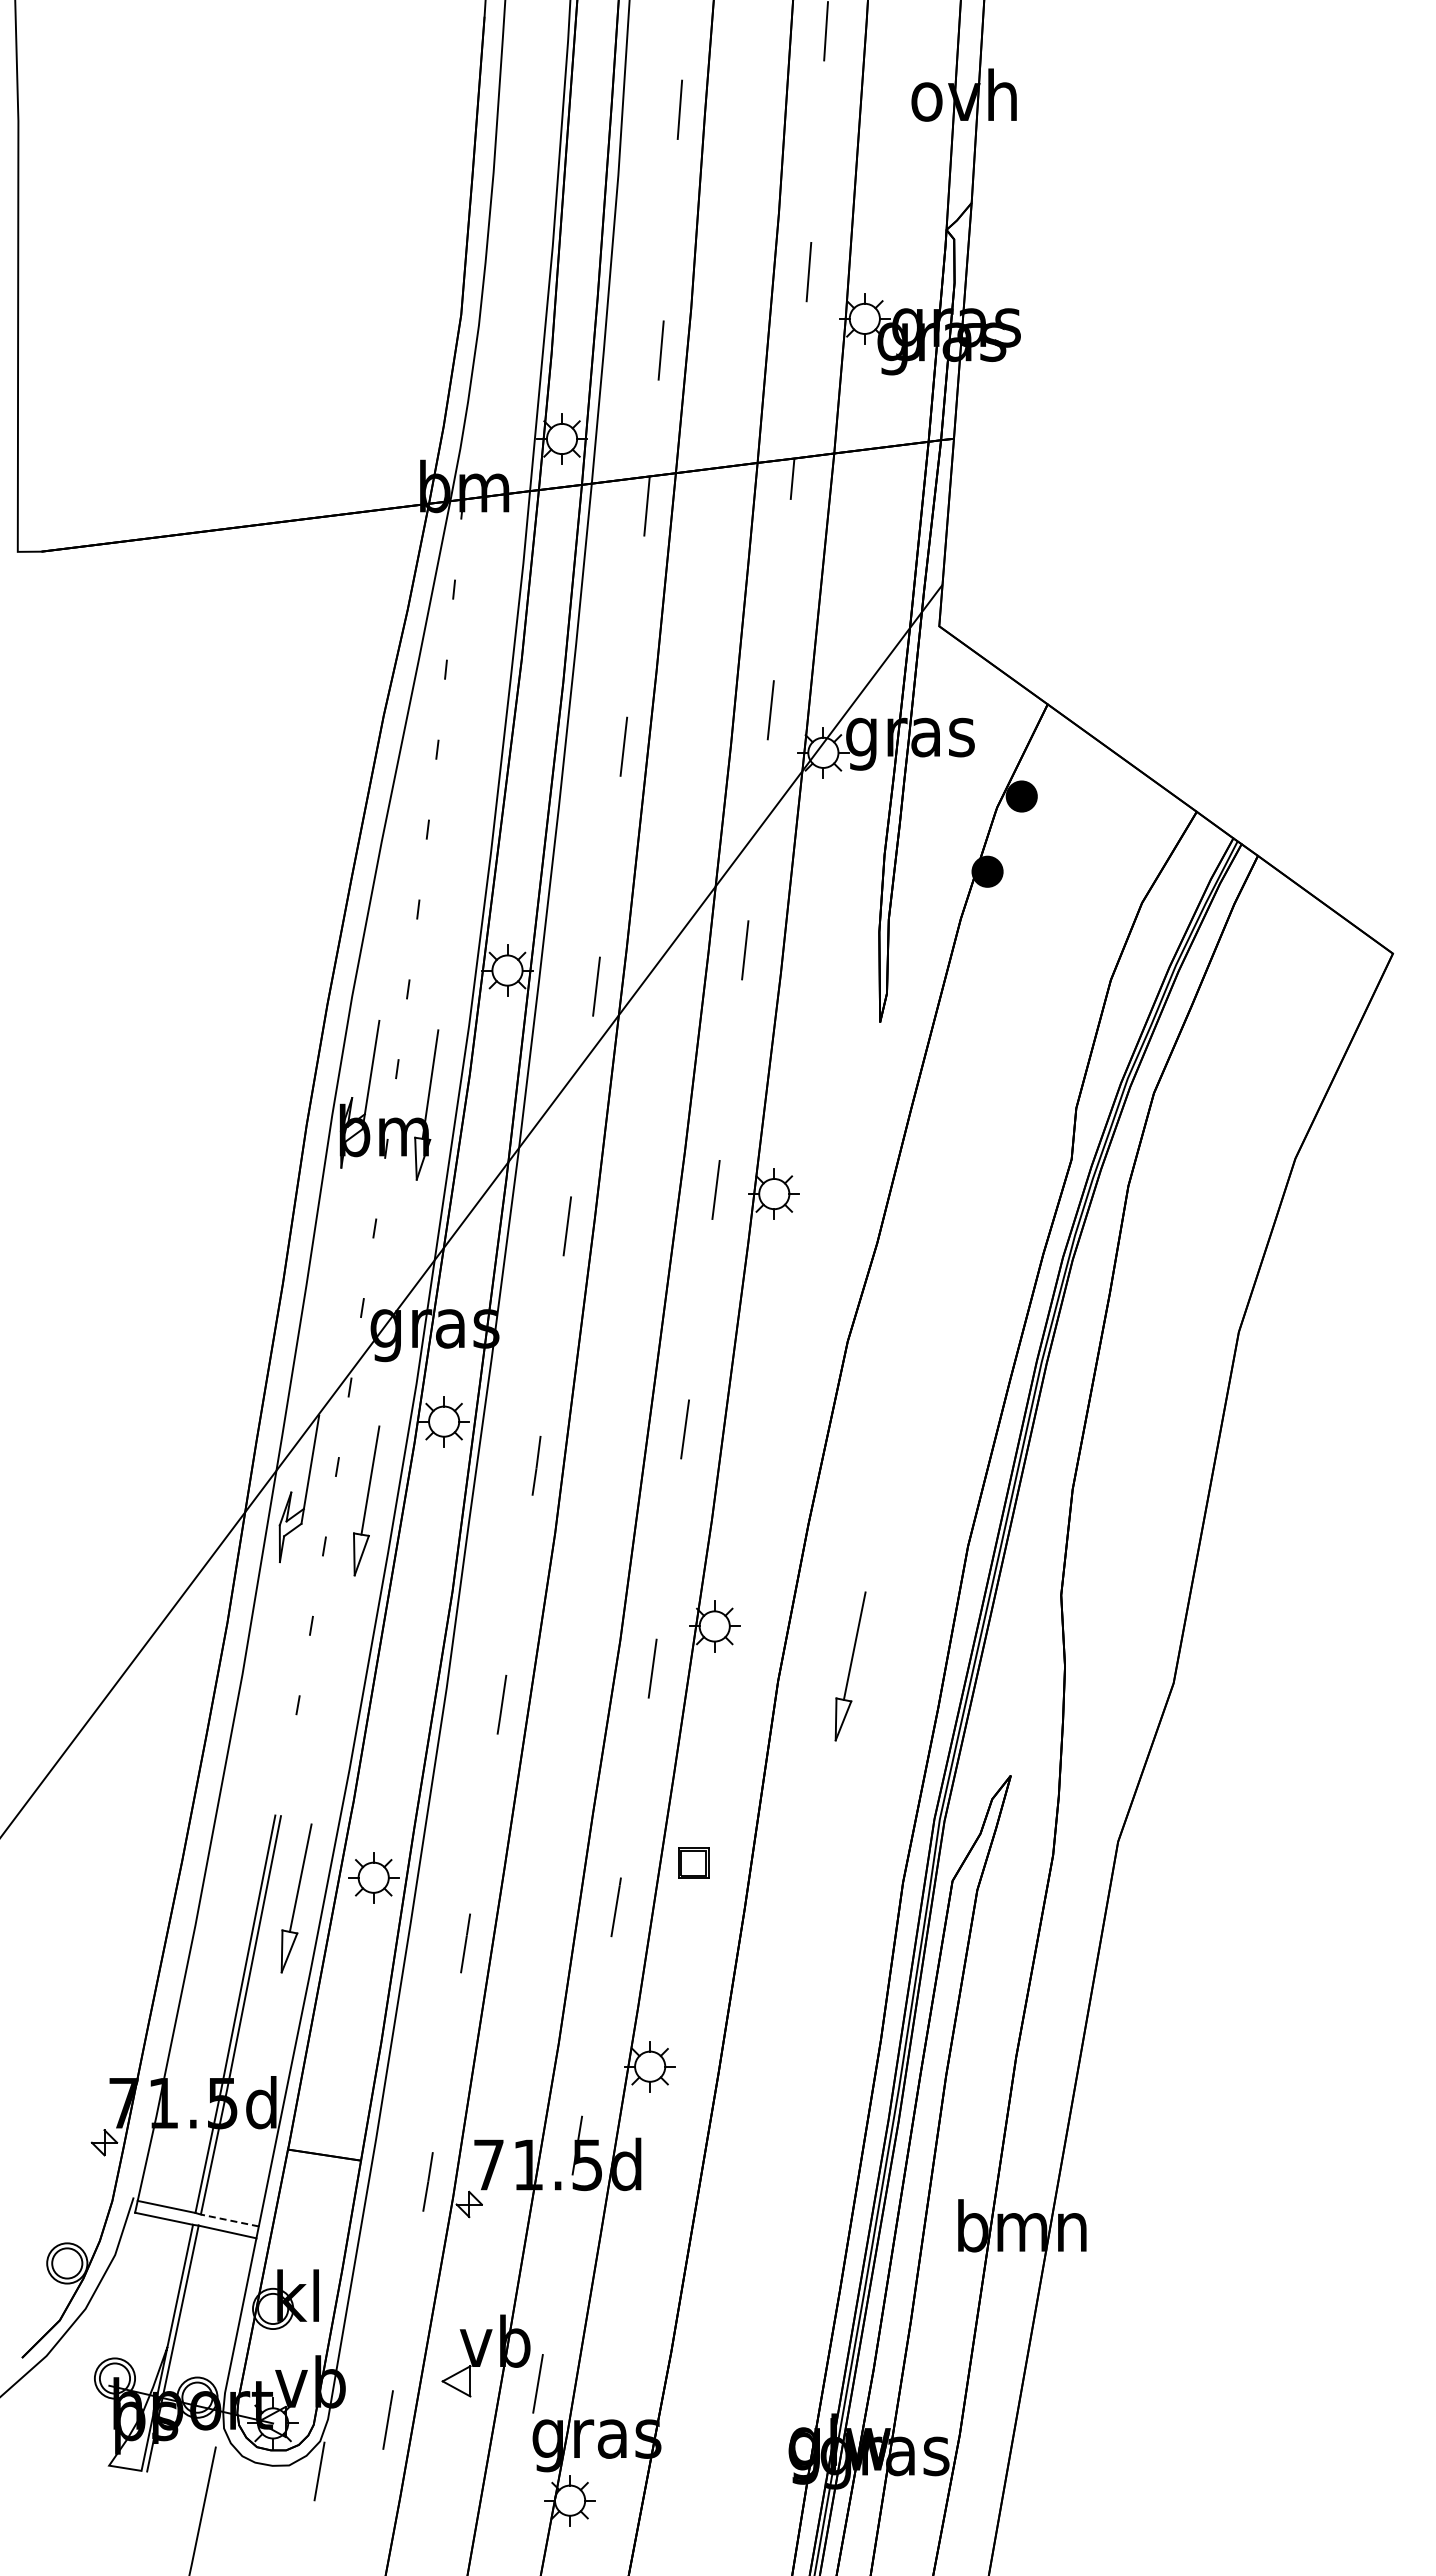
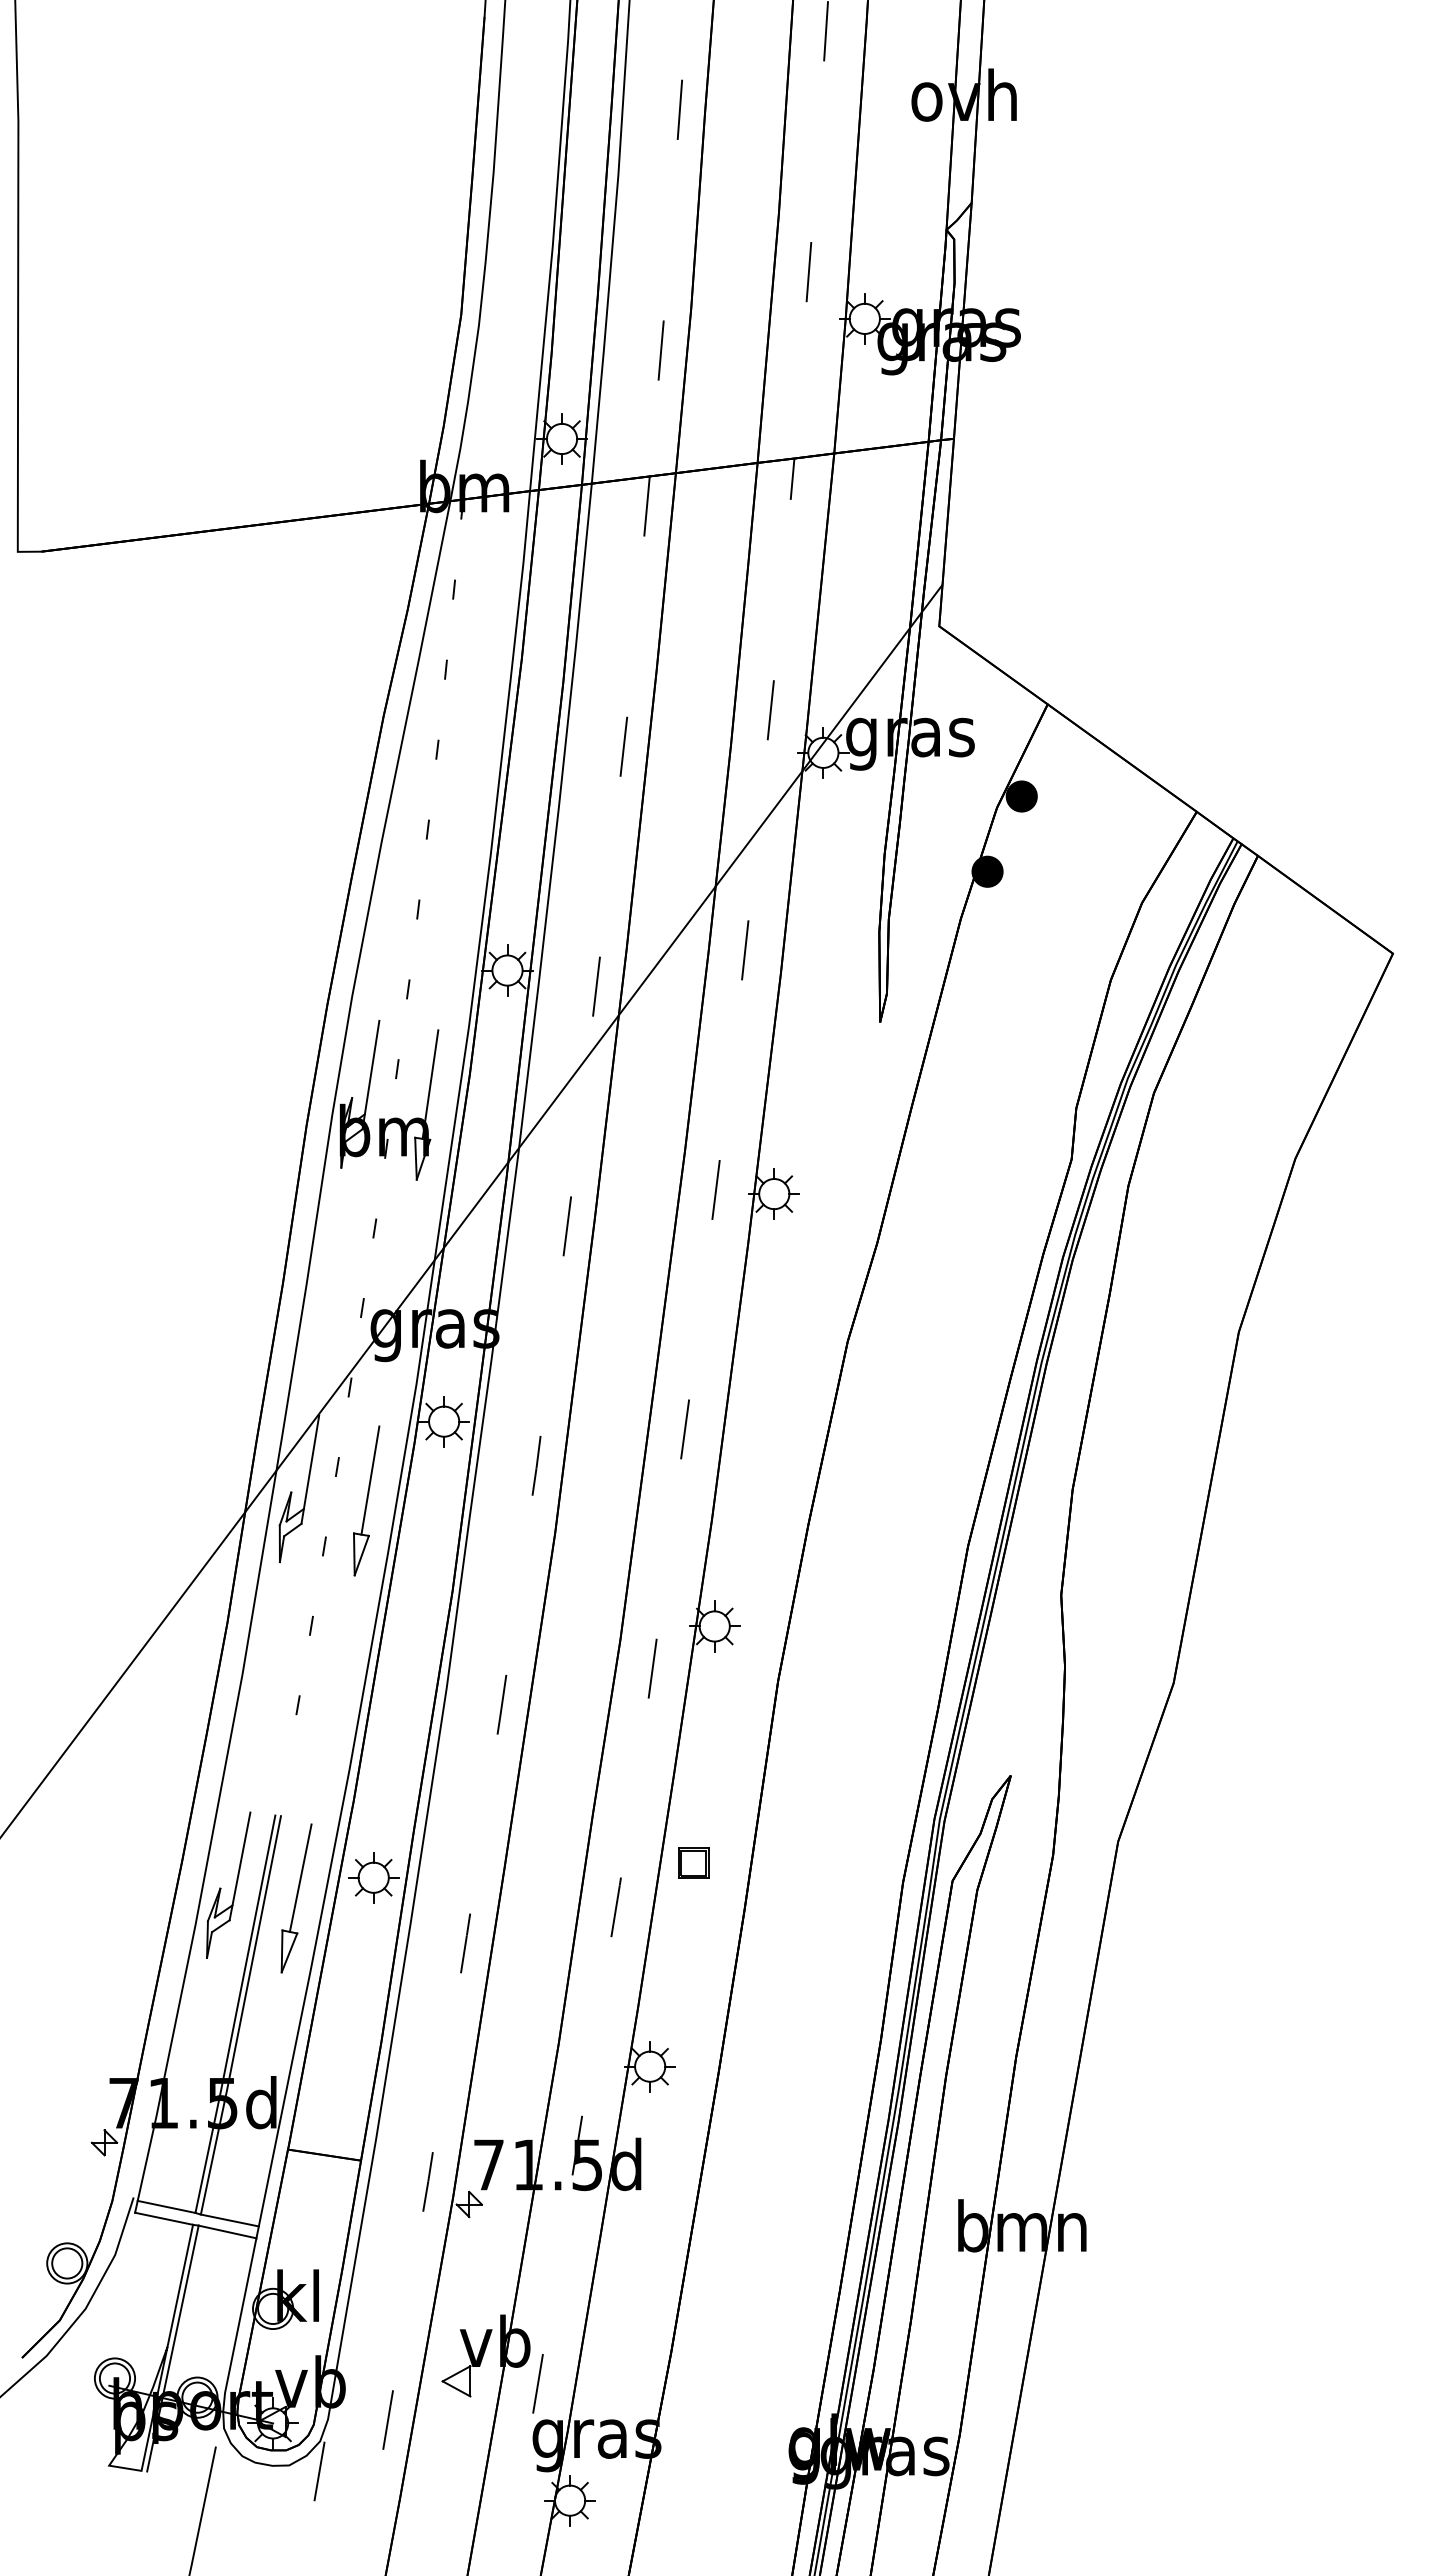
part at (850, 1666): present -> none
part at (235, 1884): none -> present
line at (229, 2220): dashed -> solid
